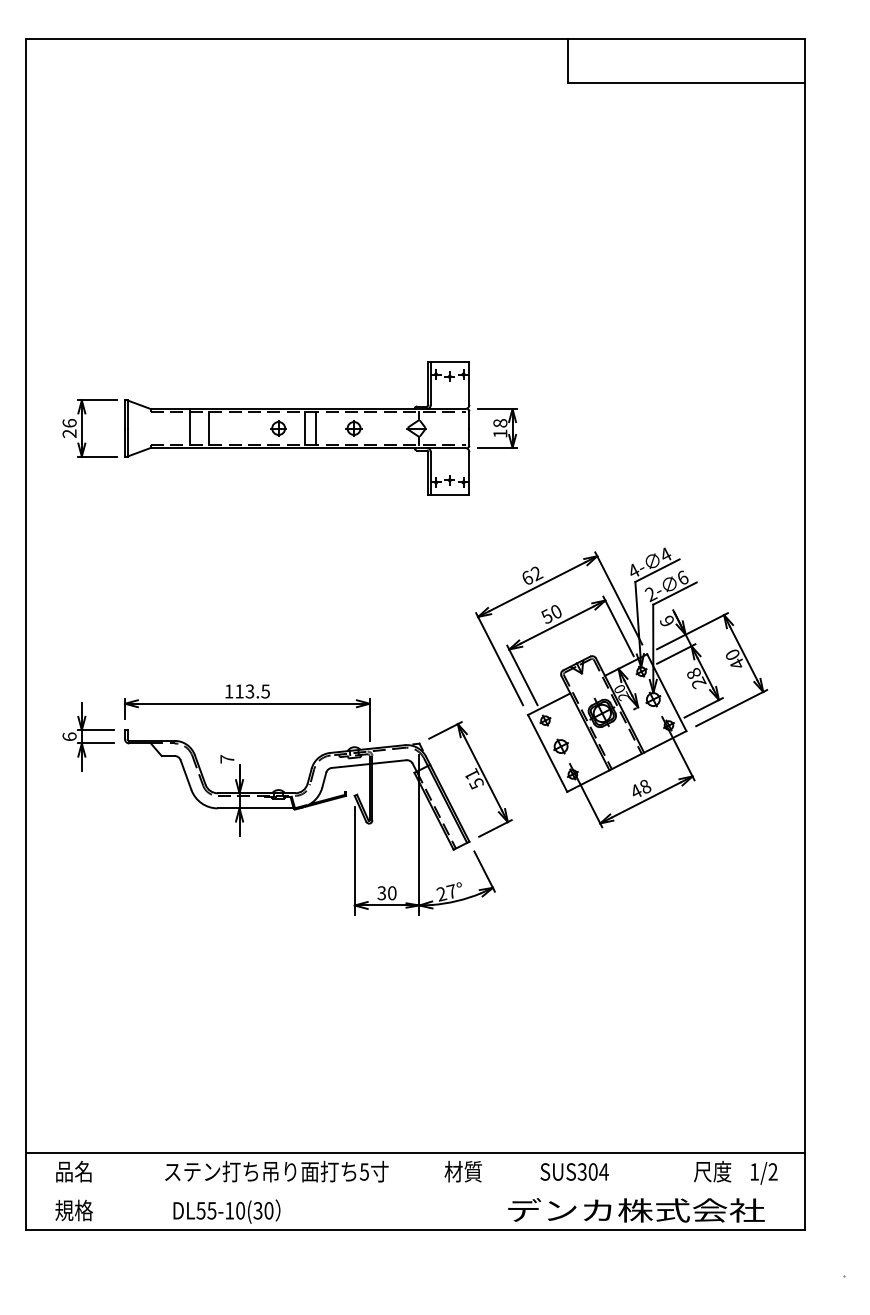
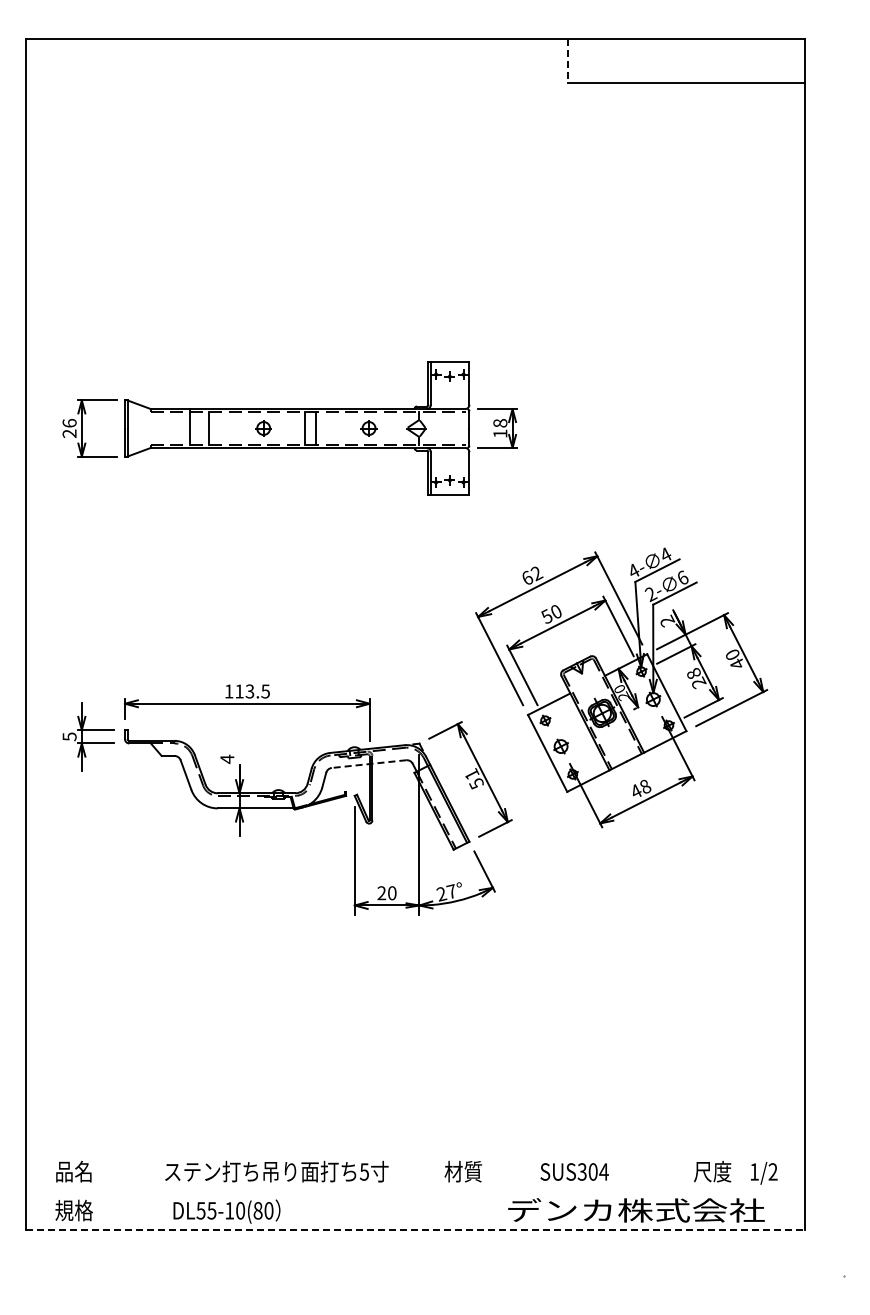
line at (567, 61): solid -> dashed
part at (278, 428) position: (278, 428) -> (263, 428)
part at (353, 428) position: (353, 428) -> (368, 428)
text at (667, 620): 6 -> 2
text at (69, 736): 6 -> 5
text at (227, 758): 7 -> 4
line at (368, 764): solid -> dashed
text at (381, 893): 30 -> 20
line at (415, 1152): present -> none
text at (257, 1210): DL55-10(30 -> DL55-10(80
line at (416, 1230): solid -> dashed
